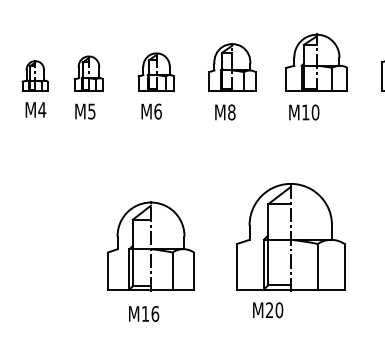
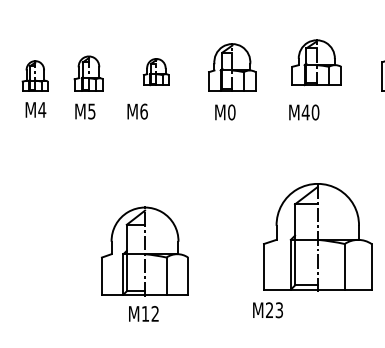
part at (316, 62) size: 63x59 px -> 51x48 px
part at (155, 71) size: 38x40 px -> 28x29 px
text at (151, 111) position: (151, 111) -> (137, 111)
text at (231, 112): M8 -> M0
text at (305, 112): M10 -> M40
part at (290, 237) position: (290, 237) -> (317, 237)
part at (150, 246) position: (150, 246) -> (144, 251)
text at (279, 310): M20 -> M23
text at (155, 313): M16 -> M12
